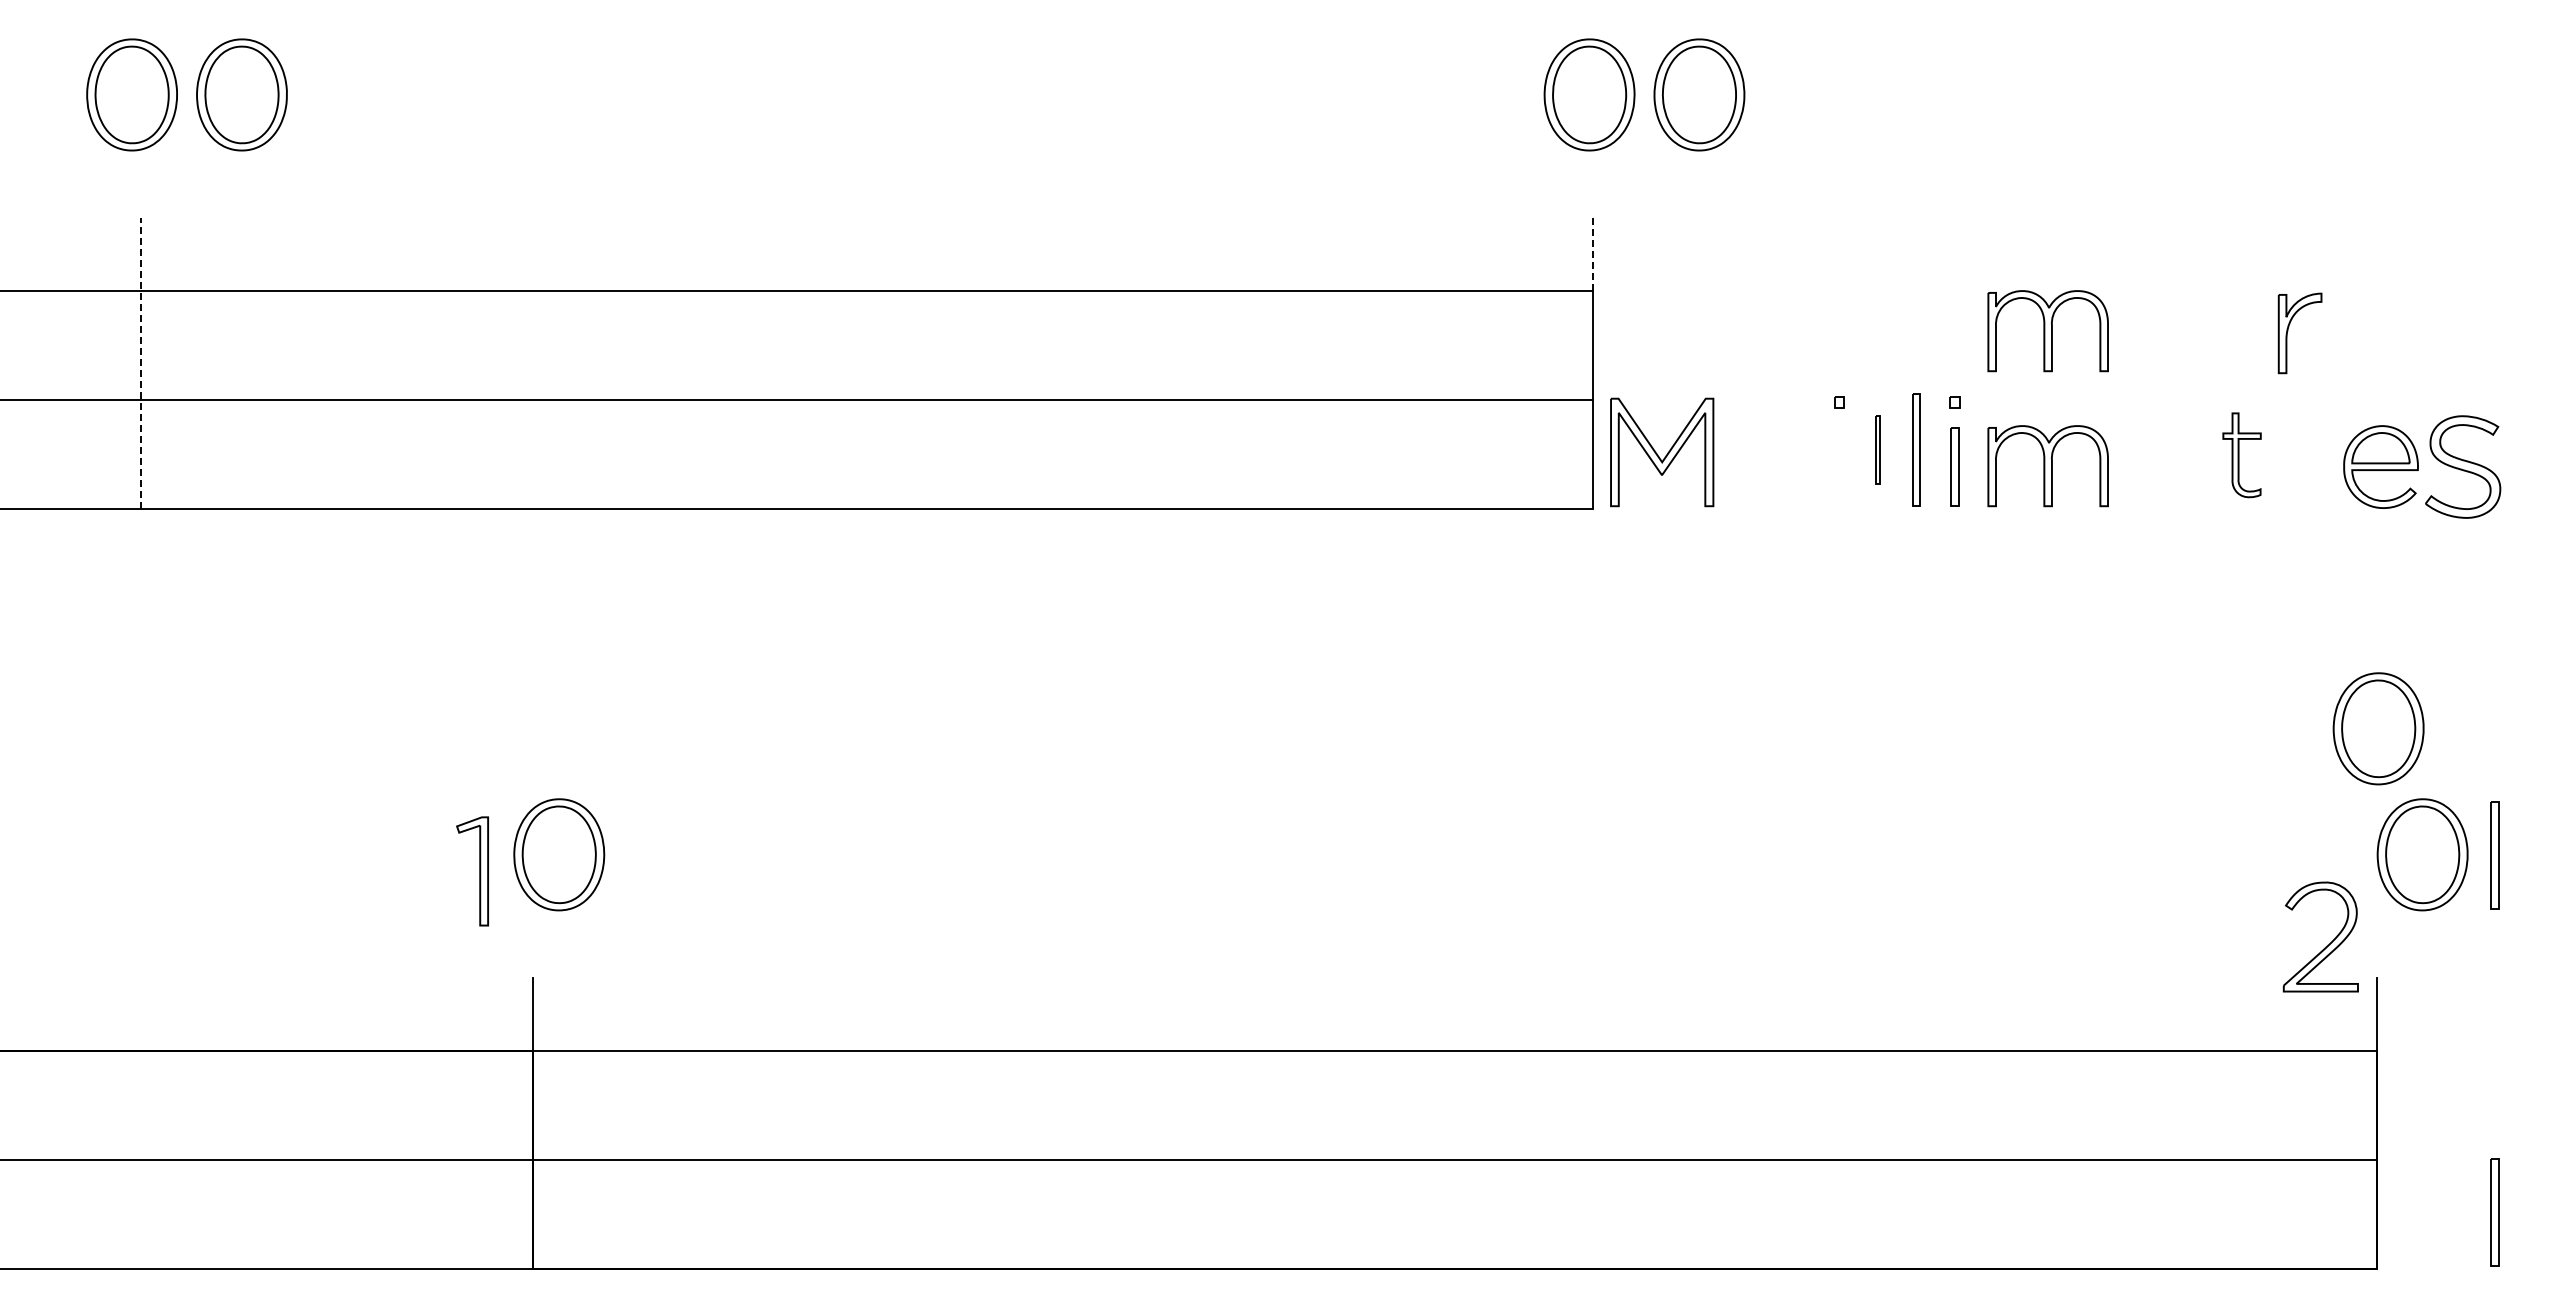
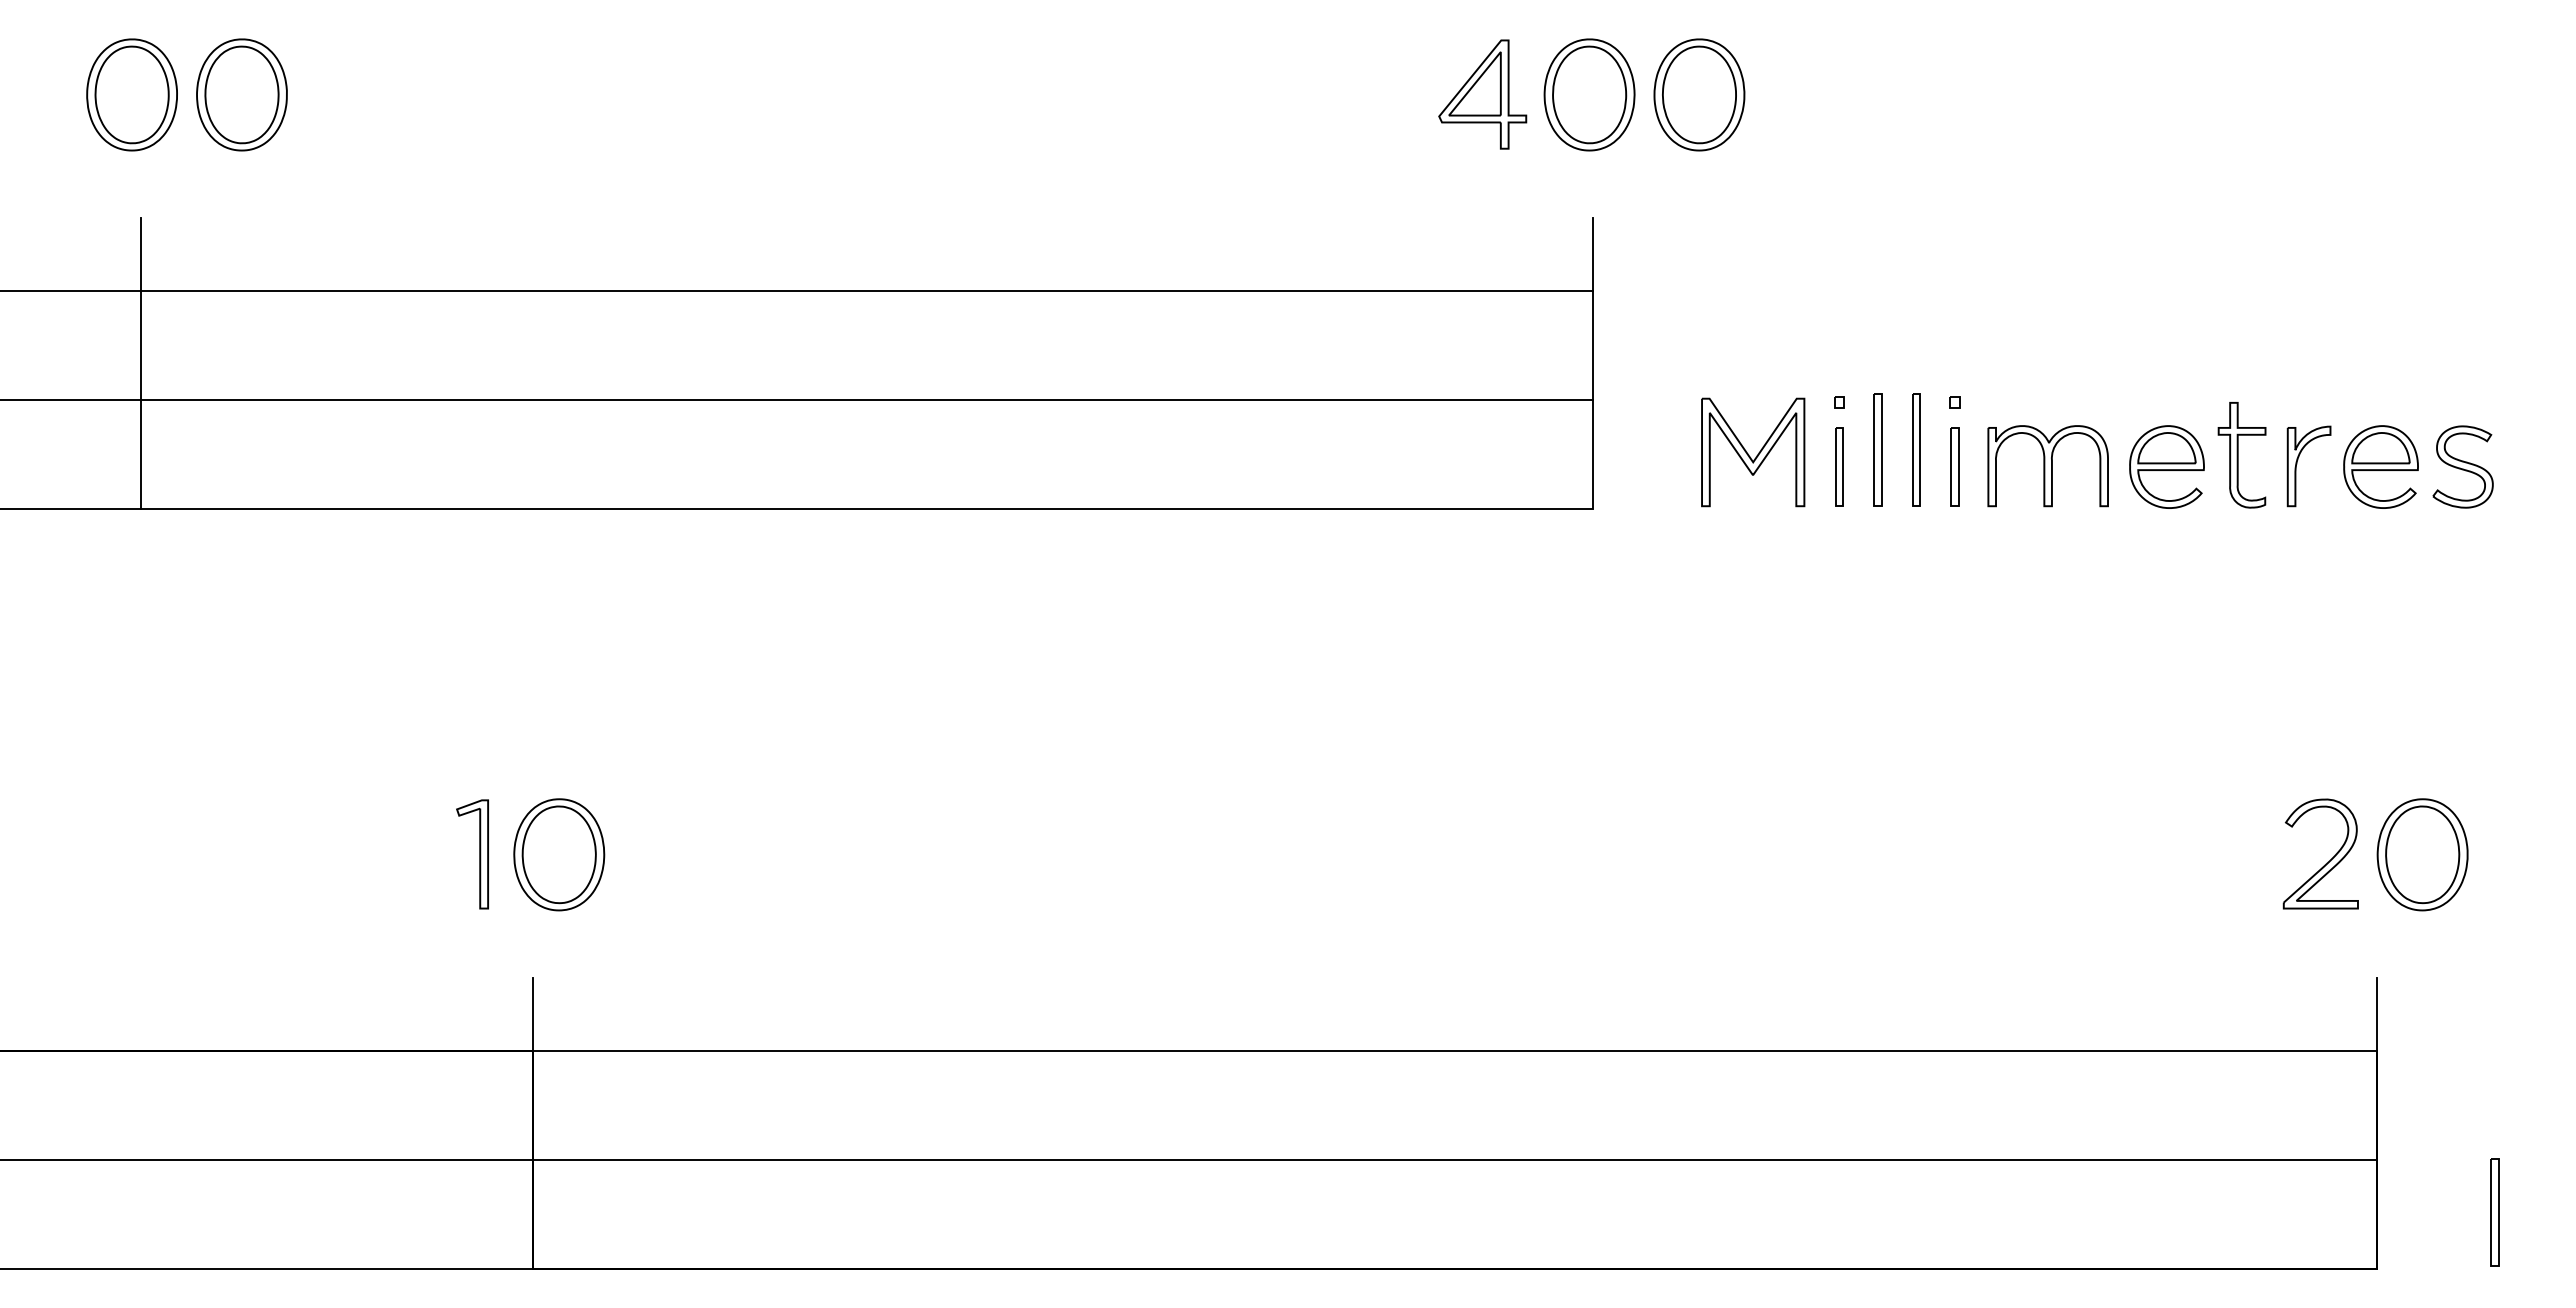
part at (1482, 94): none -> present
line at (1593, 254): dashed -> solid
part at (2047, 331): present -> none
part at (2288, 331) position: (2288, 331) -> (2297, 464)
line at (141, 363): dashed -> solid
part at (1877, 449) size: 6x70 px -> 10x114 px
part at (1662, 452) position: (1662, 452) -> (1753, 452)
part at (2241, 455) size: 40x87 px -> 50x107 px
part at (1839, 466): none -> present
part at (2166, 466): none -> present
part at (2463, 466) size: 77x104 px -> 62x84 px
part at (2378, 728): present -> none
part at (2494, 855): present -> none
part at (479, 871) position: (479, 871) -> (479, 854)
part at (2325, 946) position: (2325, 946) -> (2325, 863)
